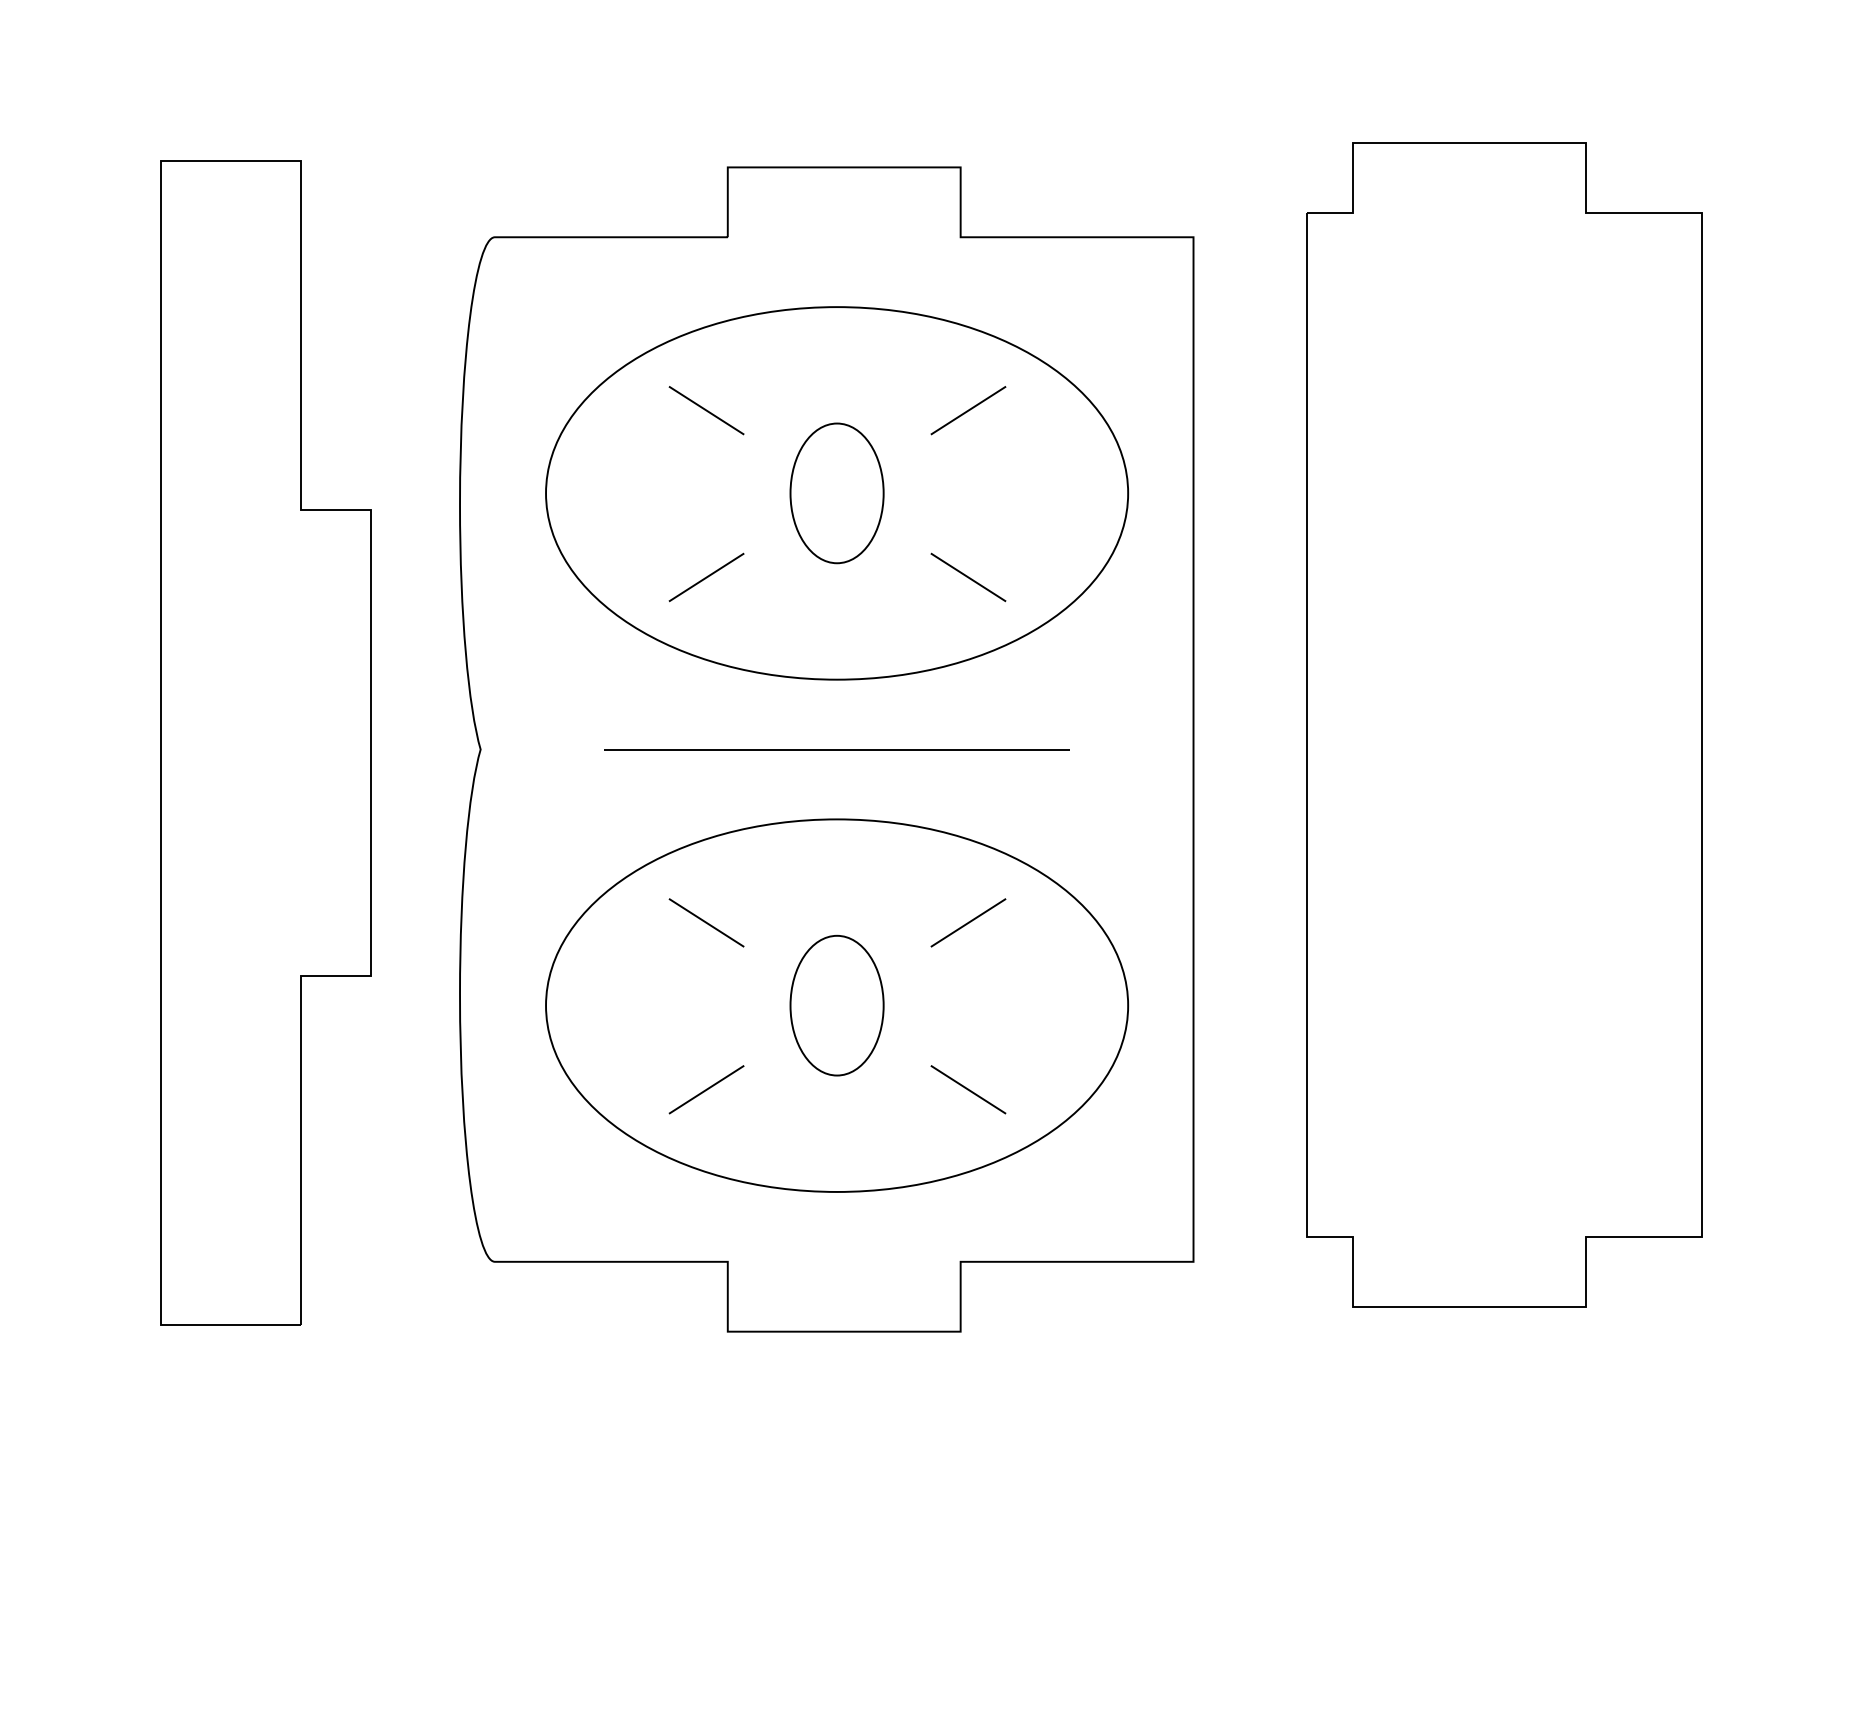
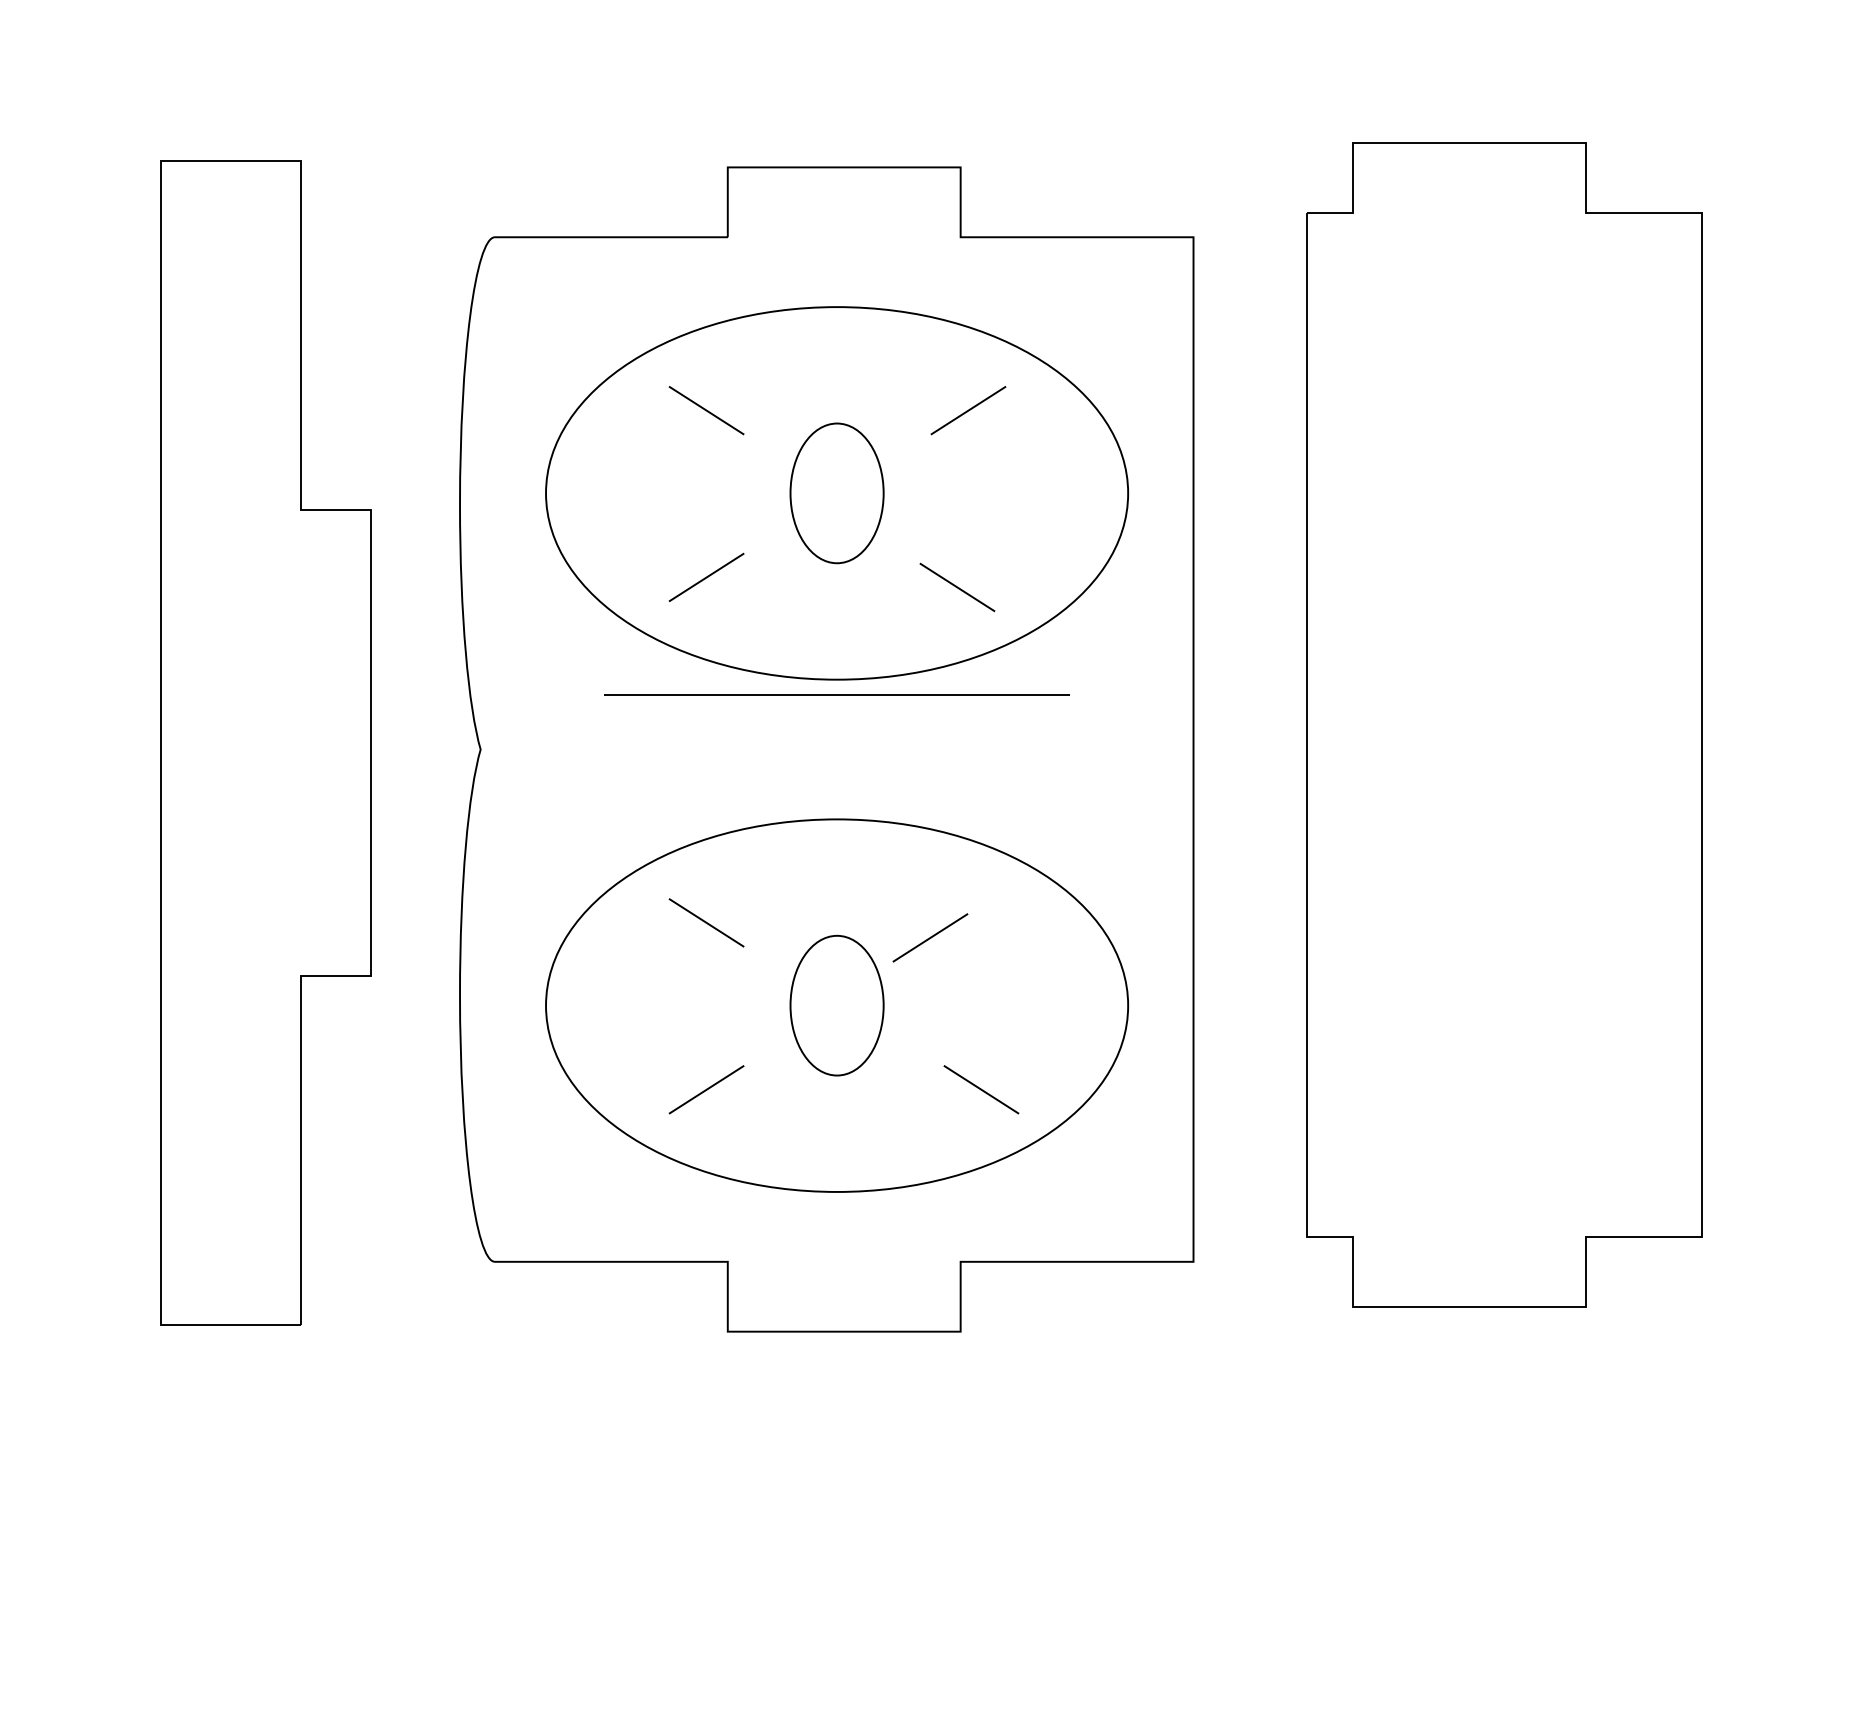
line at (968, 577) position: (968, 577) -> (957, 587)
line at (836, 749) position: (836, 749) -> (836, 694)
line at (968, 922) position: (968, 922) -> (930, 937)
line at (968, 1089) position: (968, 1089) -> (981, 1089)
